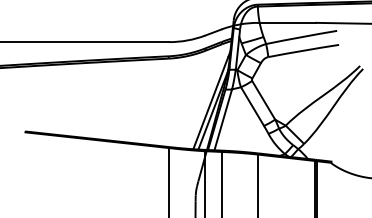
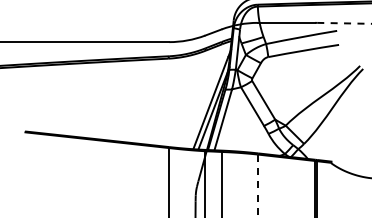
line at (345, 23): solid -> dashed
line at (257, 186): solid -> dashed
